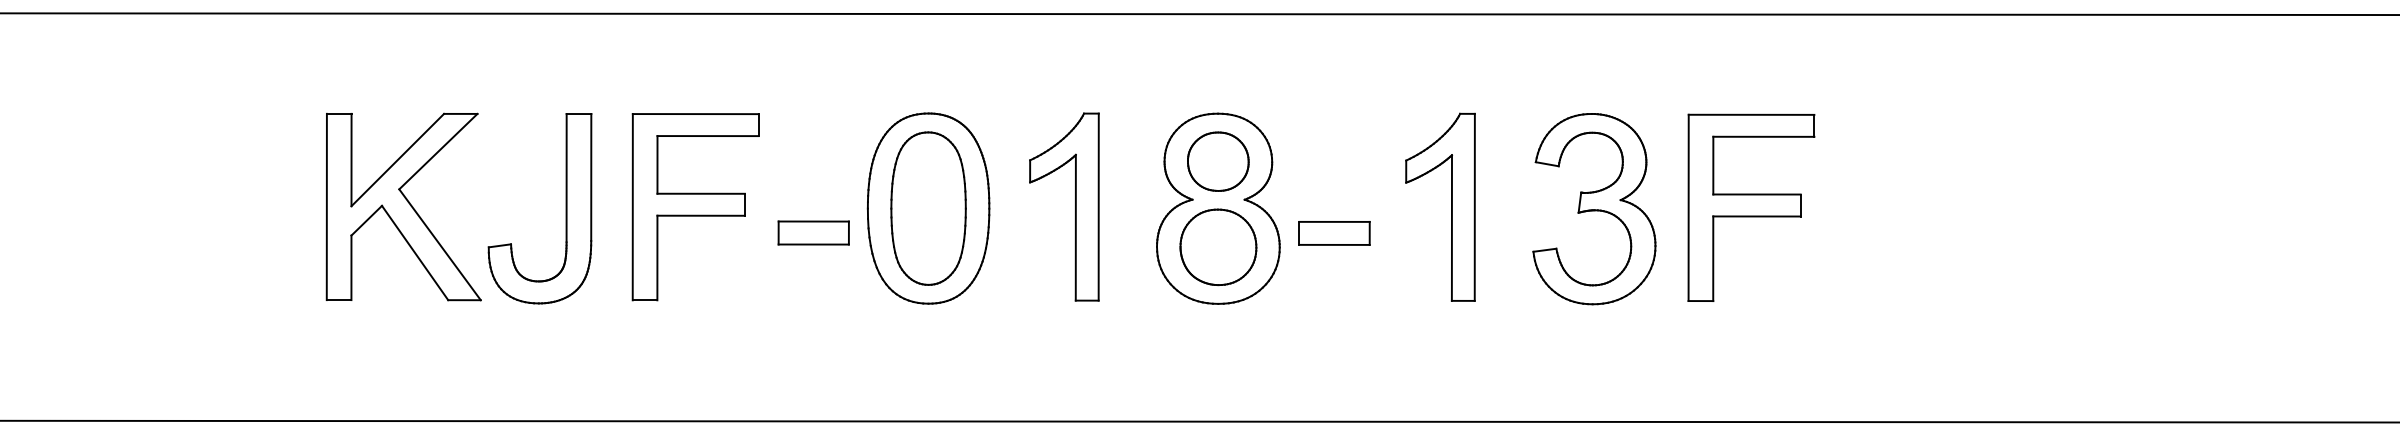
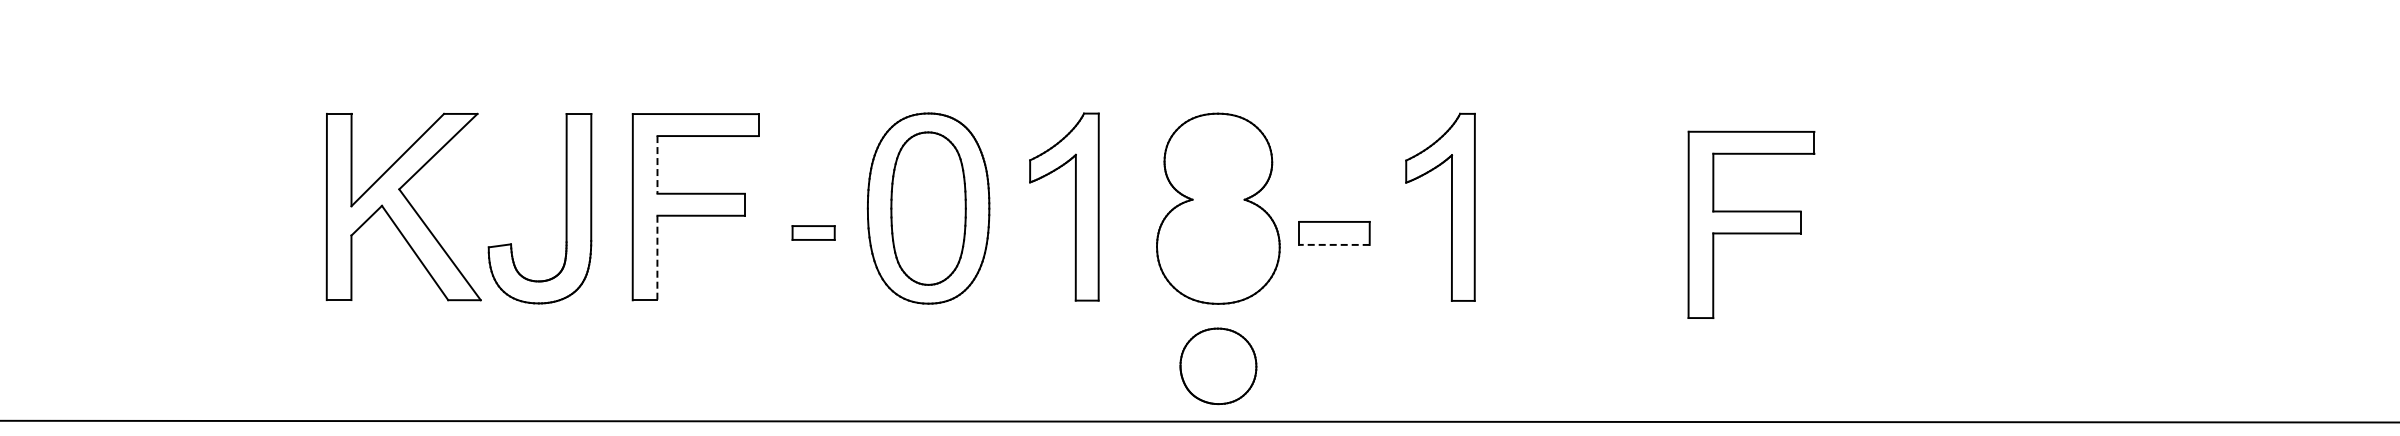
line at (1199, 14): present -> none
part at (1218, 161): present -> none
line at (657, 164): solid -> dashed
part at (1751, 207) position: (1751, 207) -> (1751, 224)
part at (1594, 209): present -> none
part at (813, 232) size: 73x26 px -> 45x16 px
line at (1334, 244): solid -> dashed
part at (1218, 247) position: (1218, 247) -> (1218, 366)
line at (657, 258): solid -> dashed
